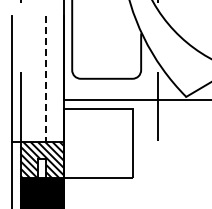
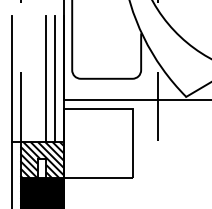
line at (54, 78): none -> present
line at (46, 79): dashed -> solid
